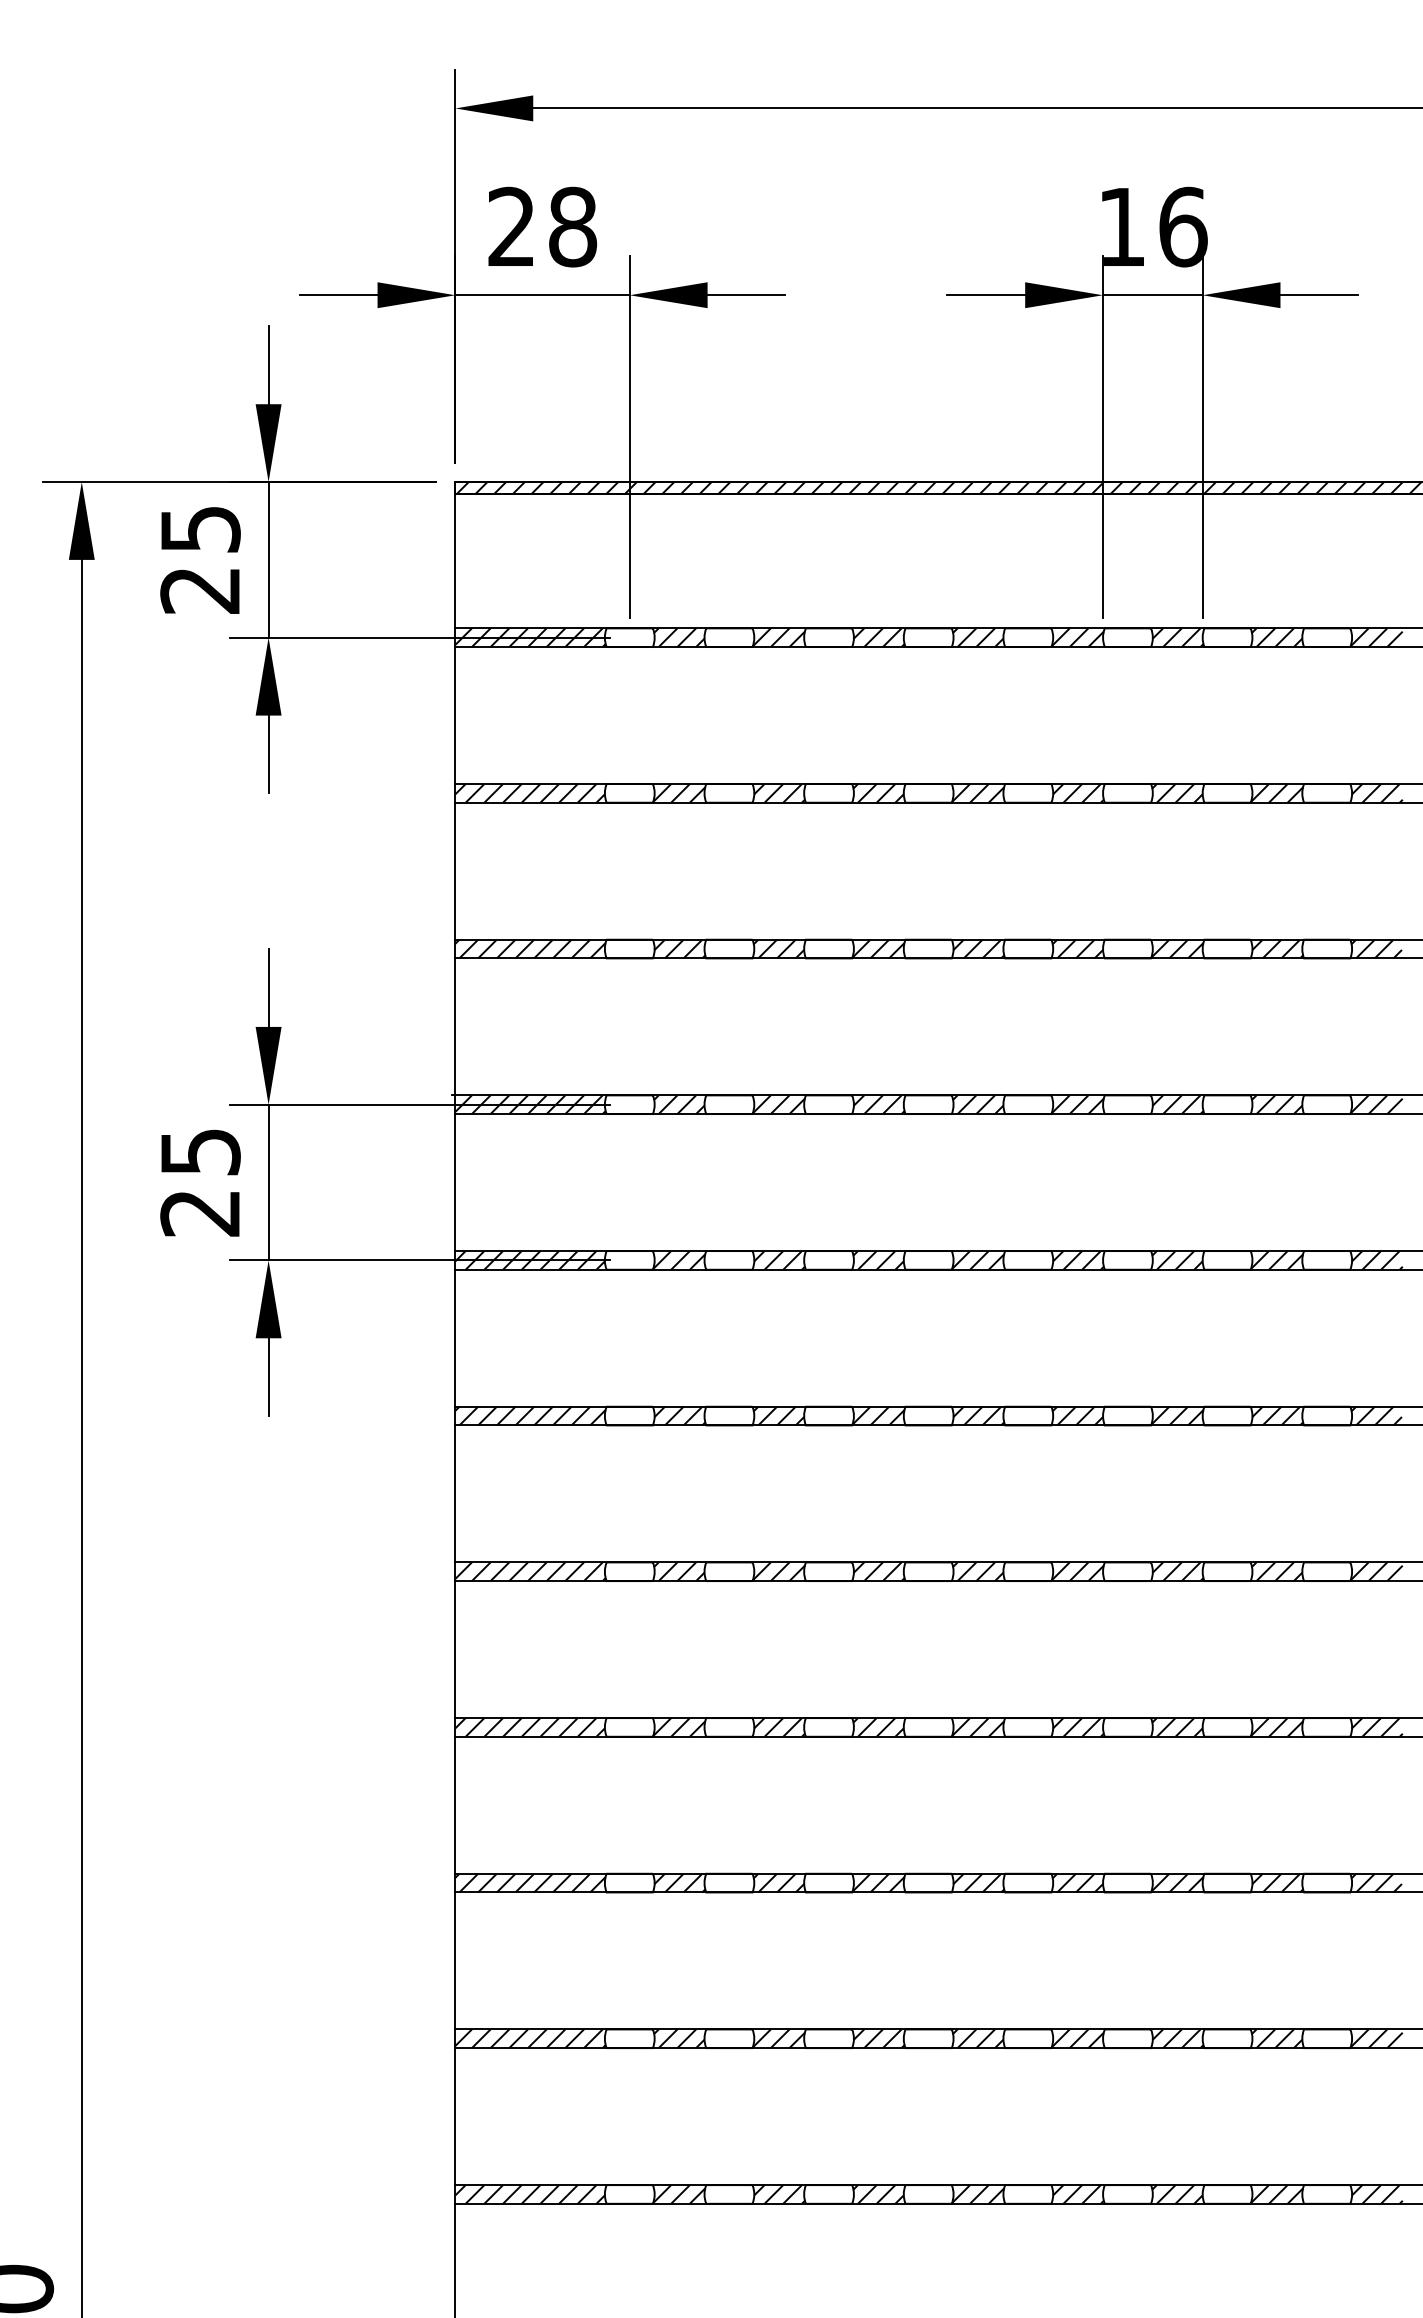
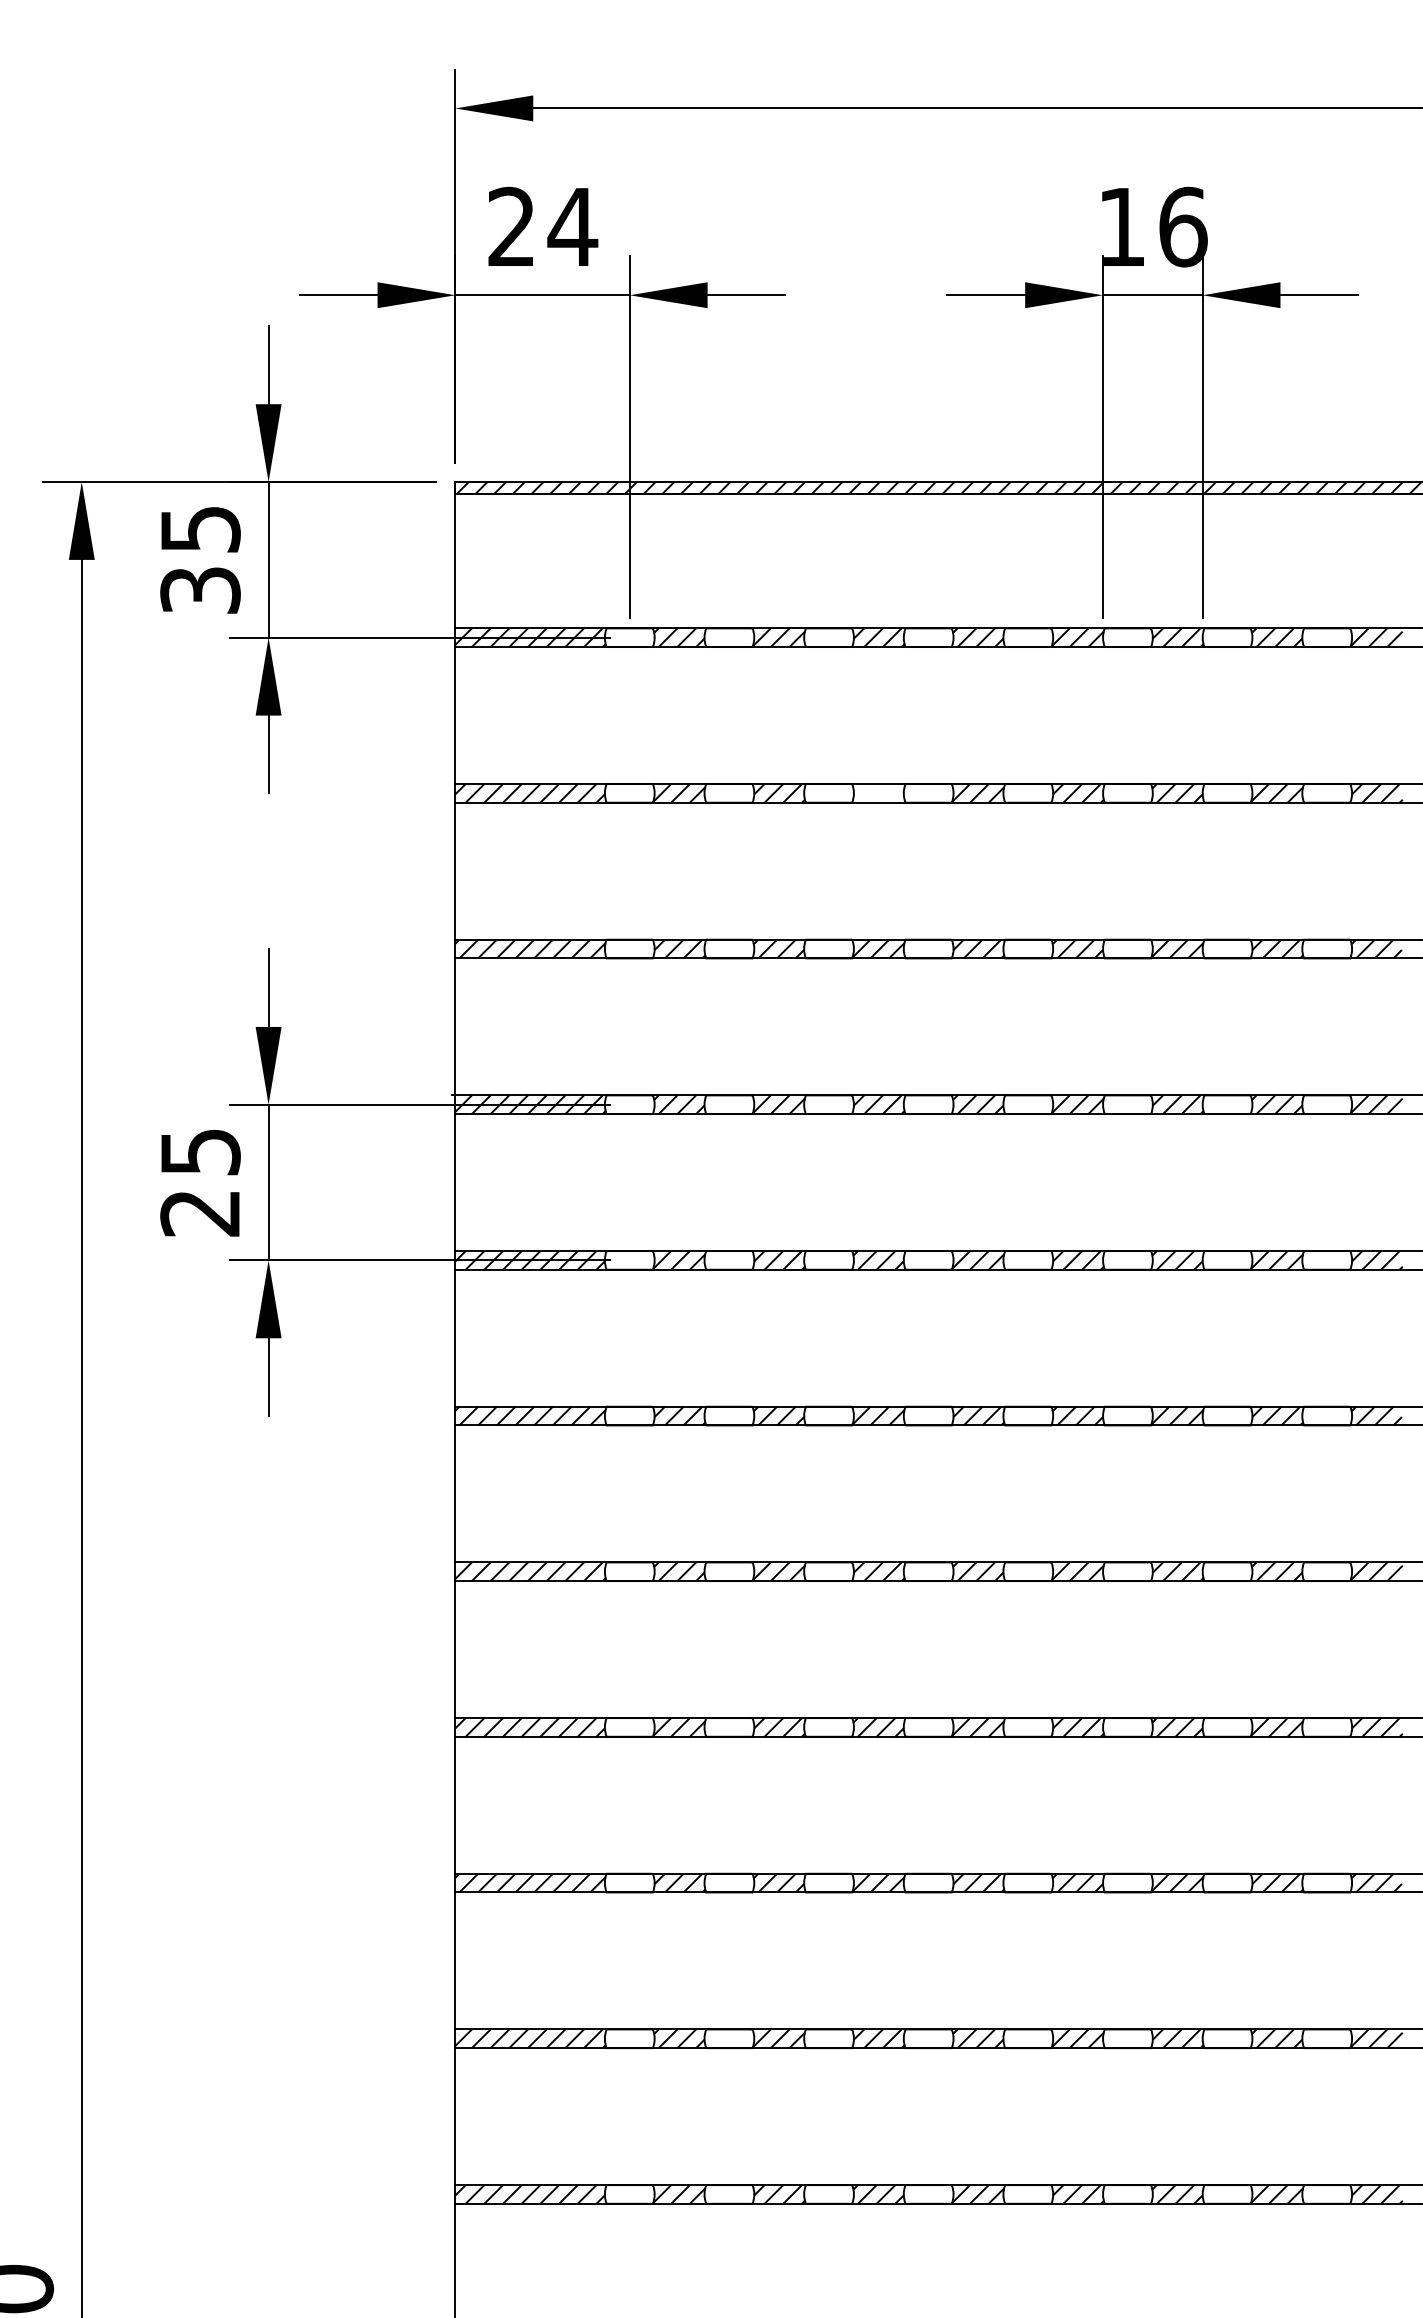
text at (572, 226): 28 -> 24
text at (200, 590): 25 -> 35
hatch at (878, 793): present -> none
